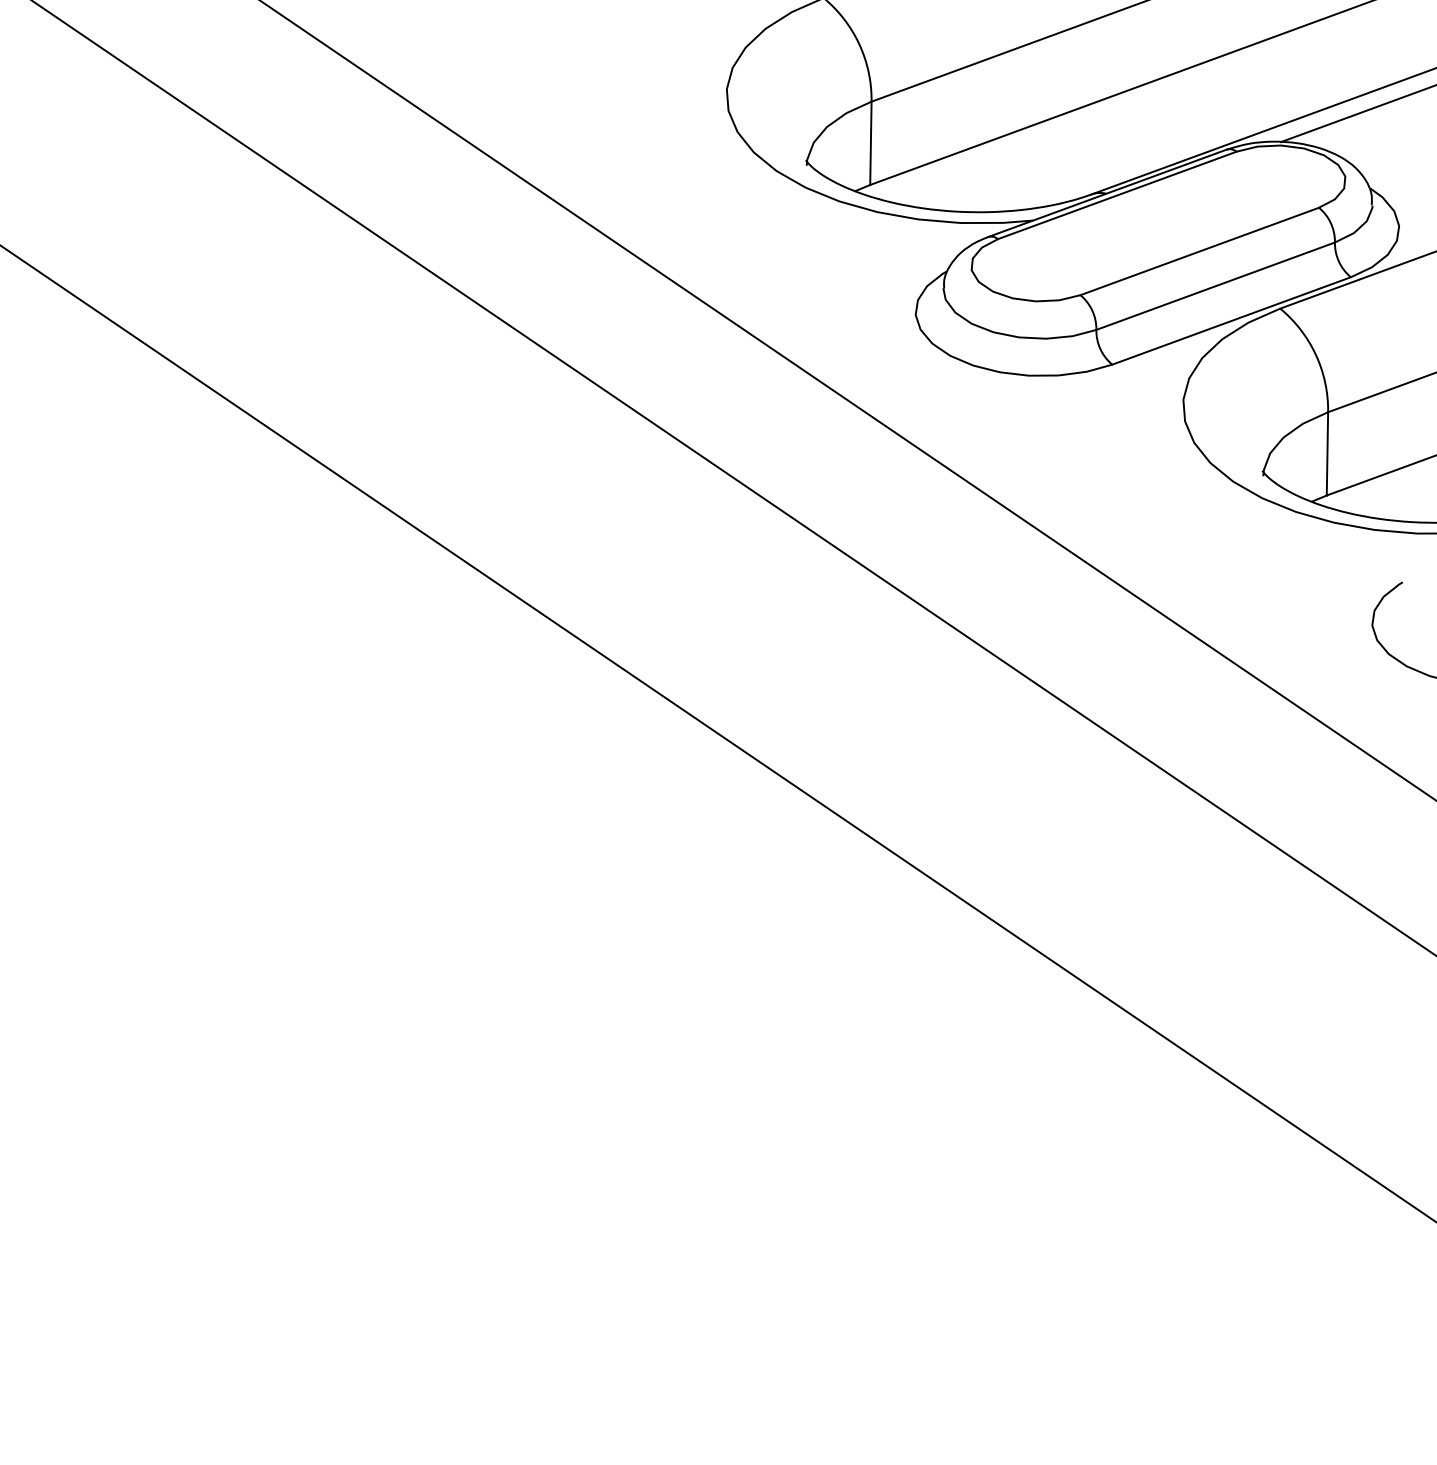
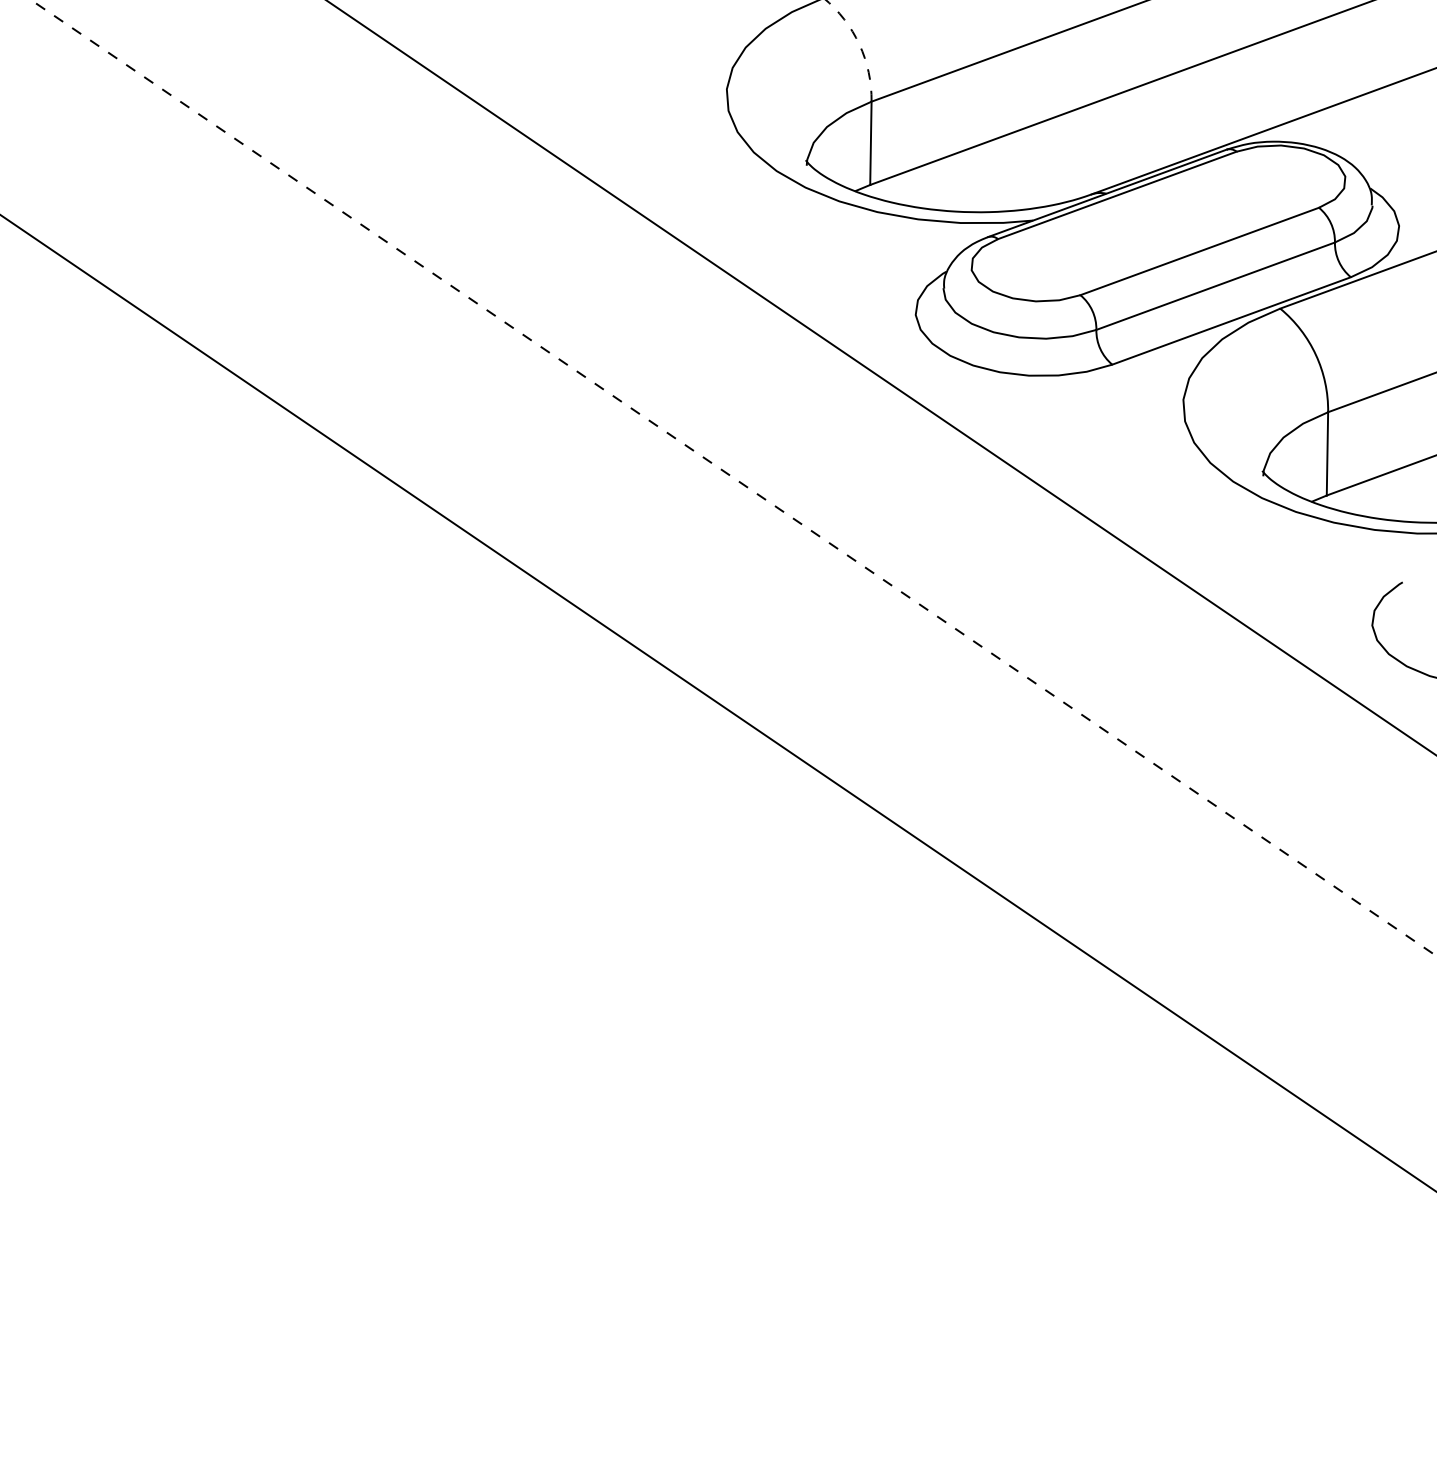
arc at (859, 45): solid -> dashed
line at (1356, 114): present -> none
line at (847, 400) position: (847, 400) -> (881, 377)
line at (733, 478): solid -> dashed
line at (717, 733) position: (717, 733) -> (717, 702)
